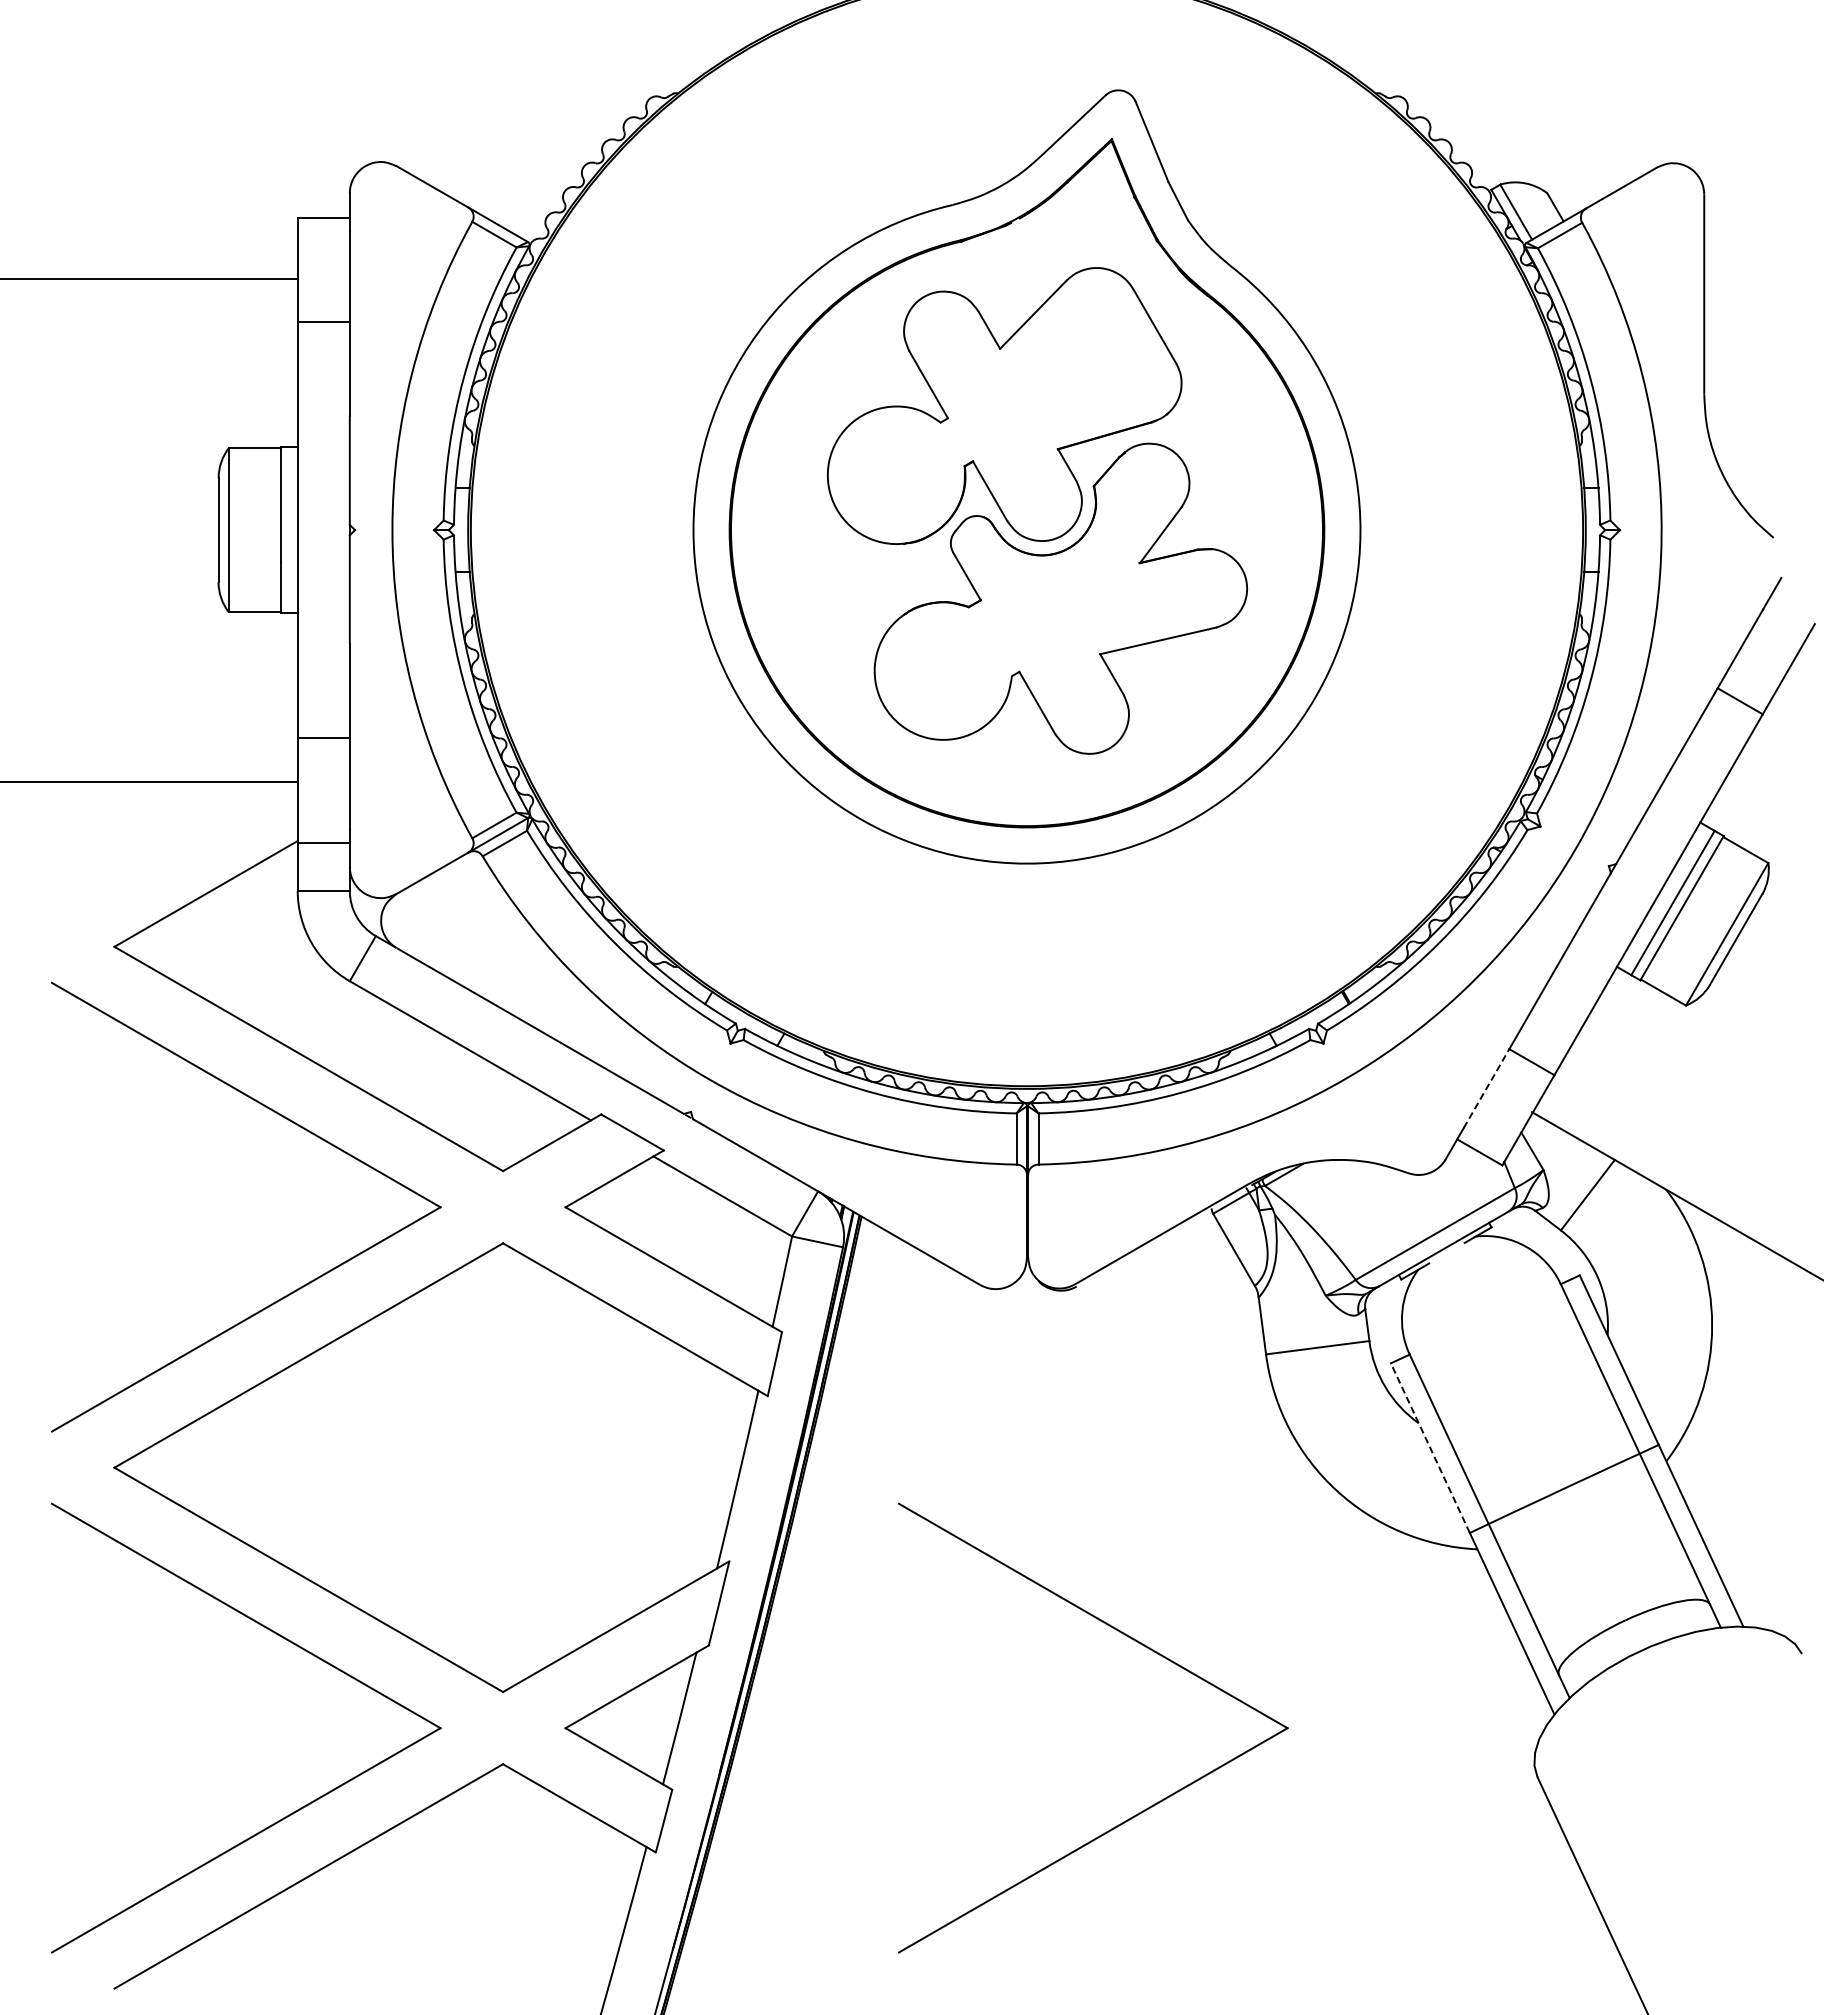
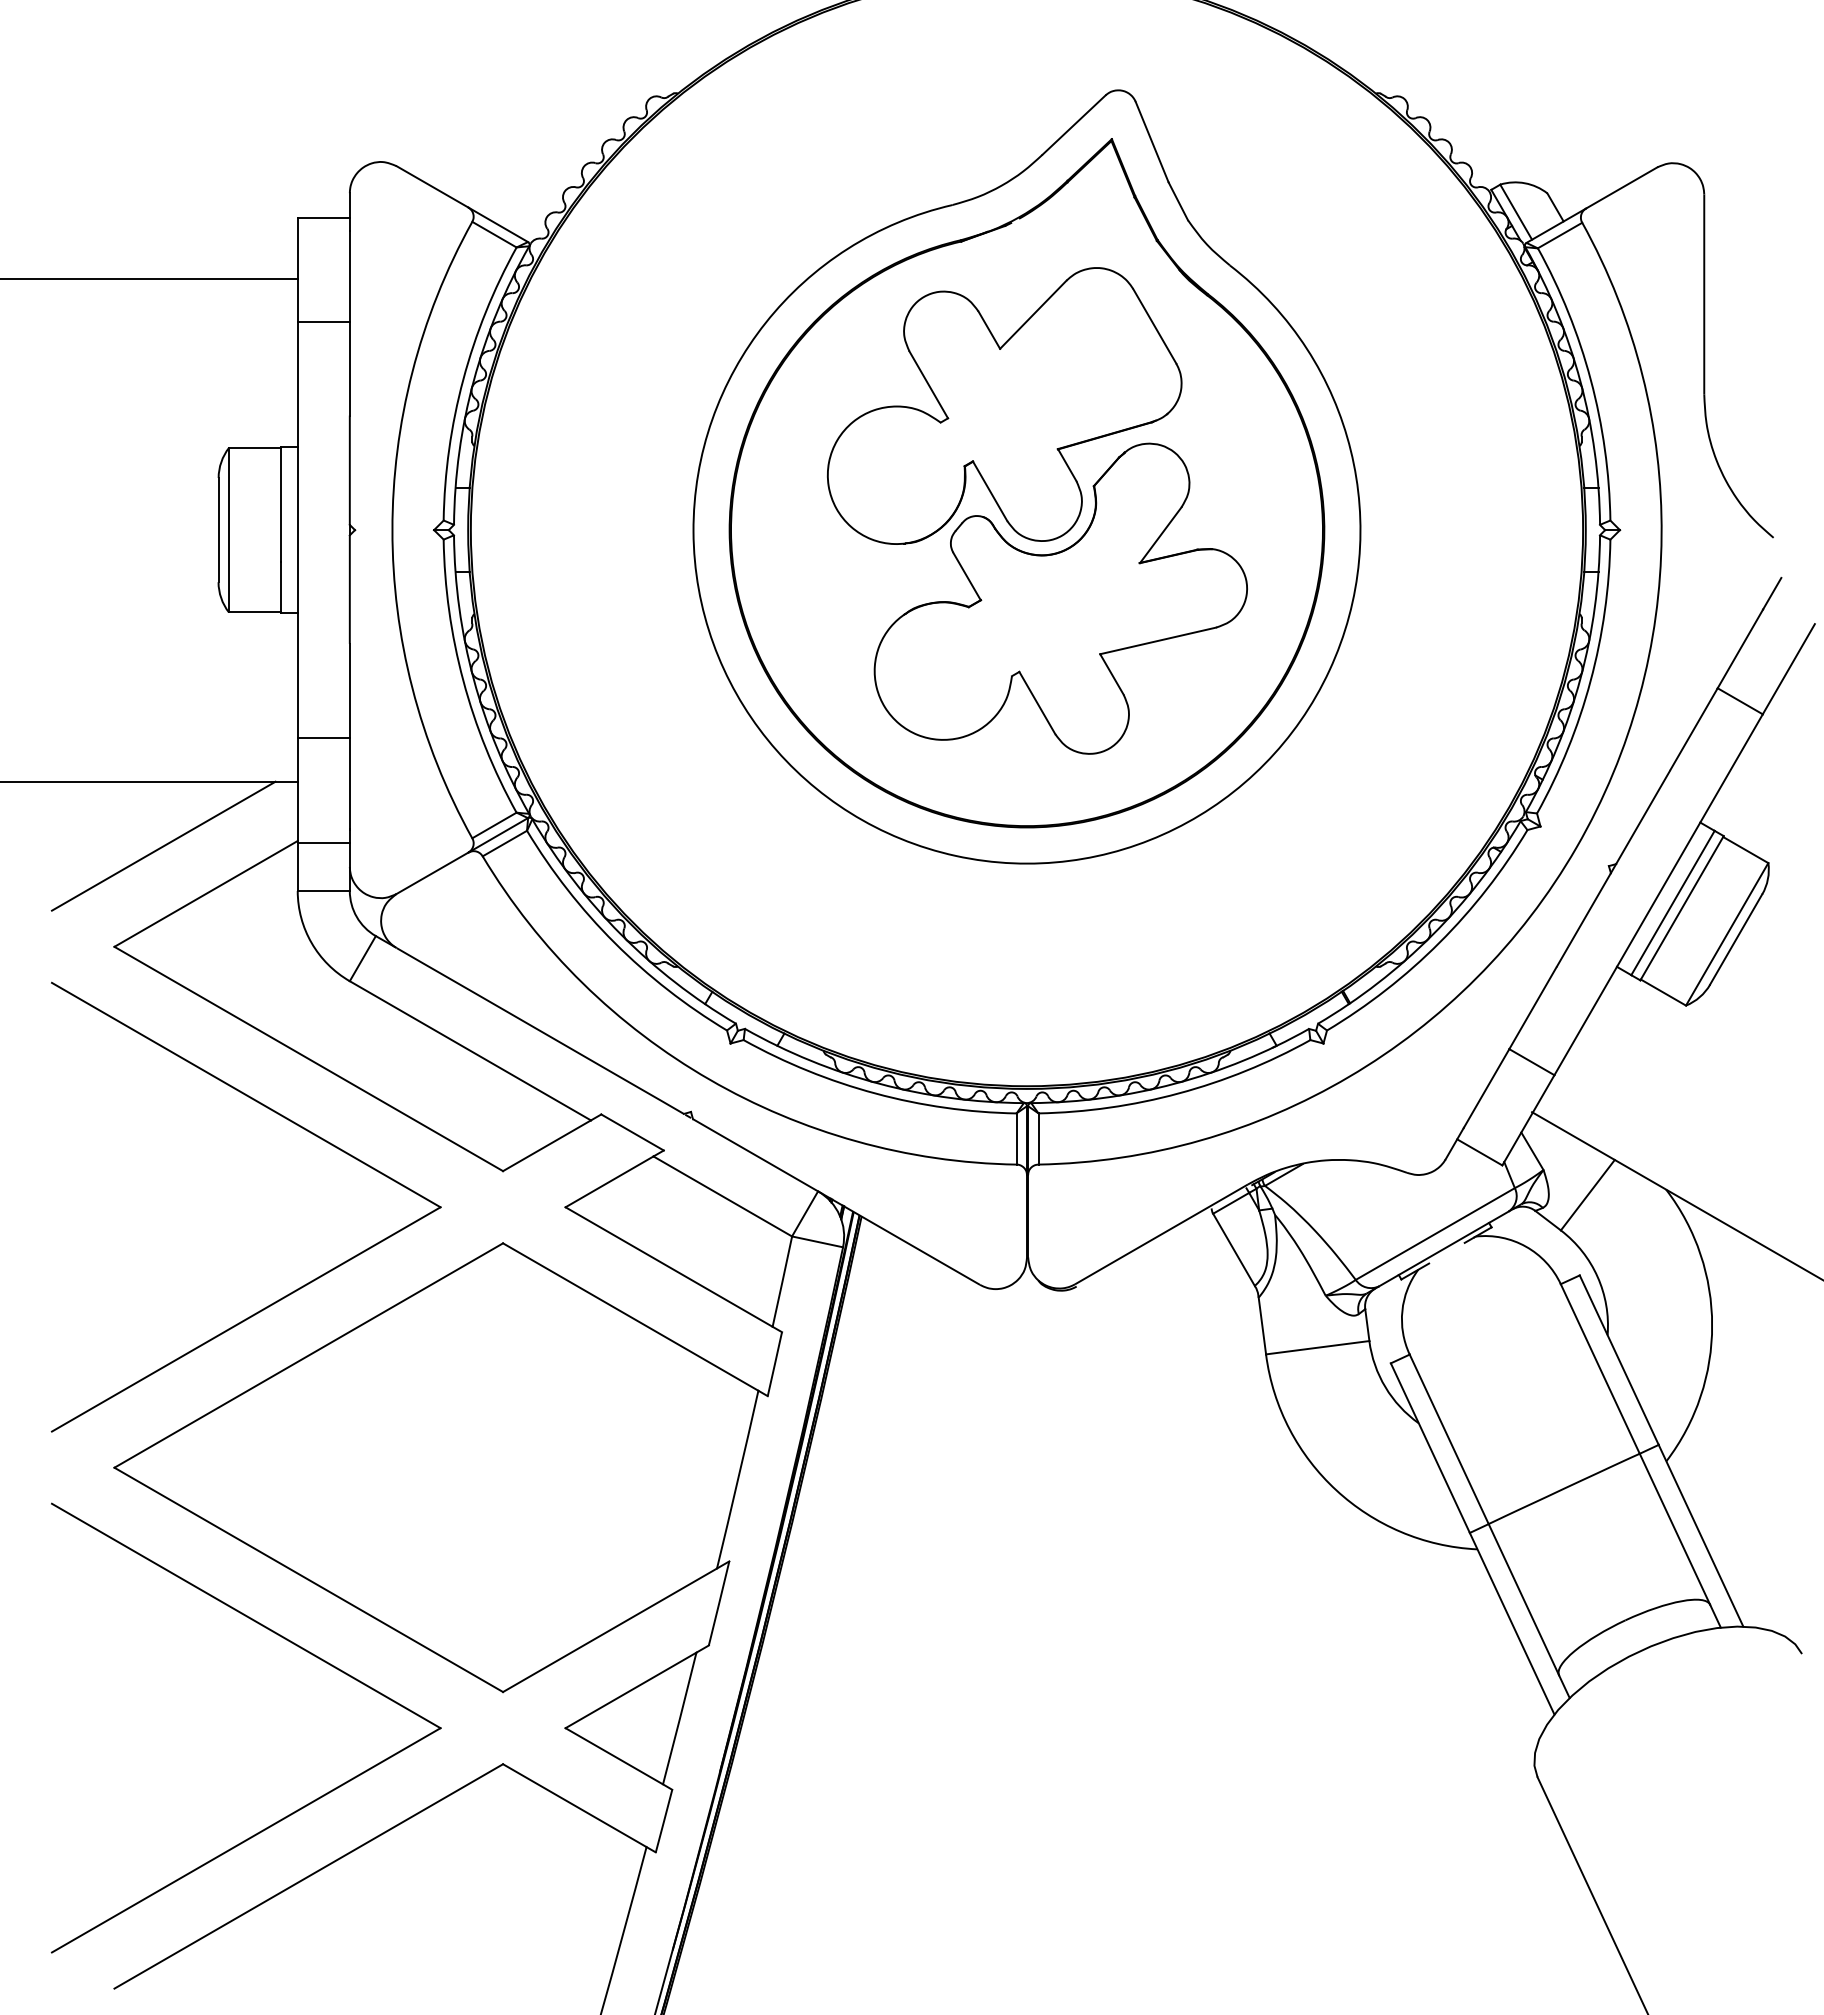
line at (163, 845): none -> present
line at (1486, 1088): dashed -> solid
line at (1430, 1448): dashed -> solid
part at (1143, 1646): present -> none
